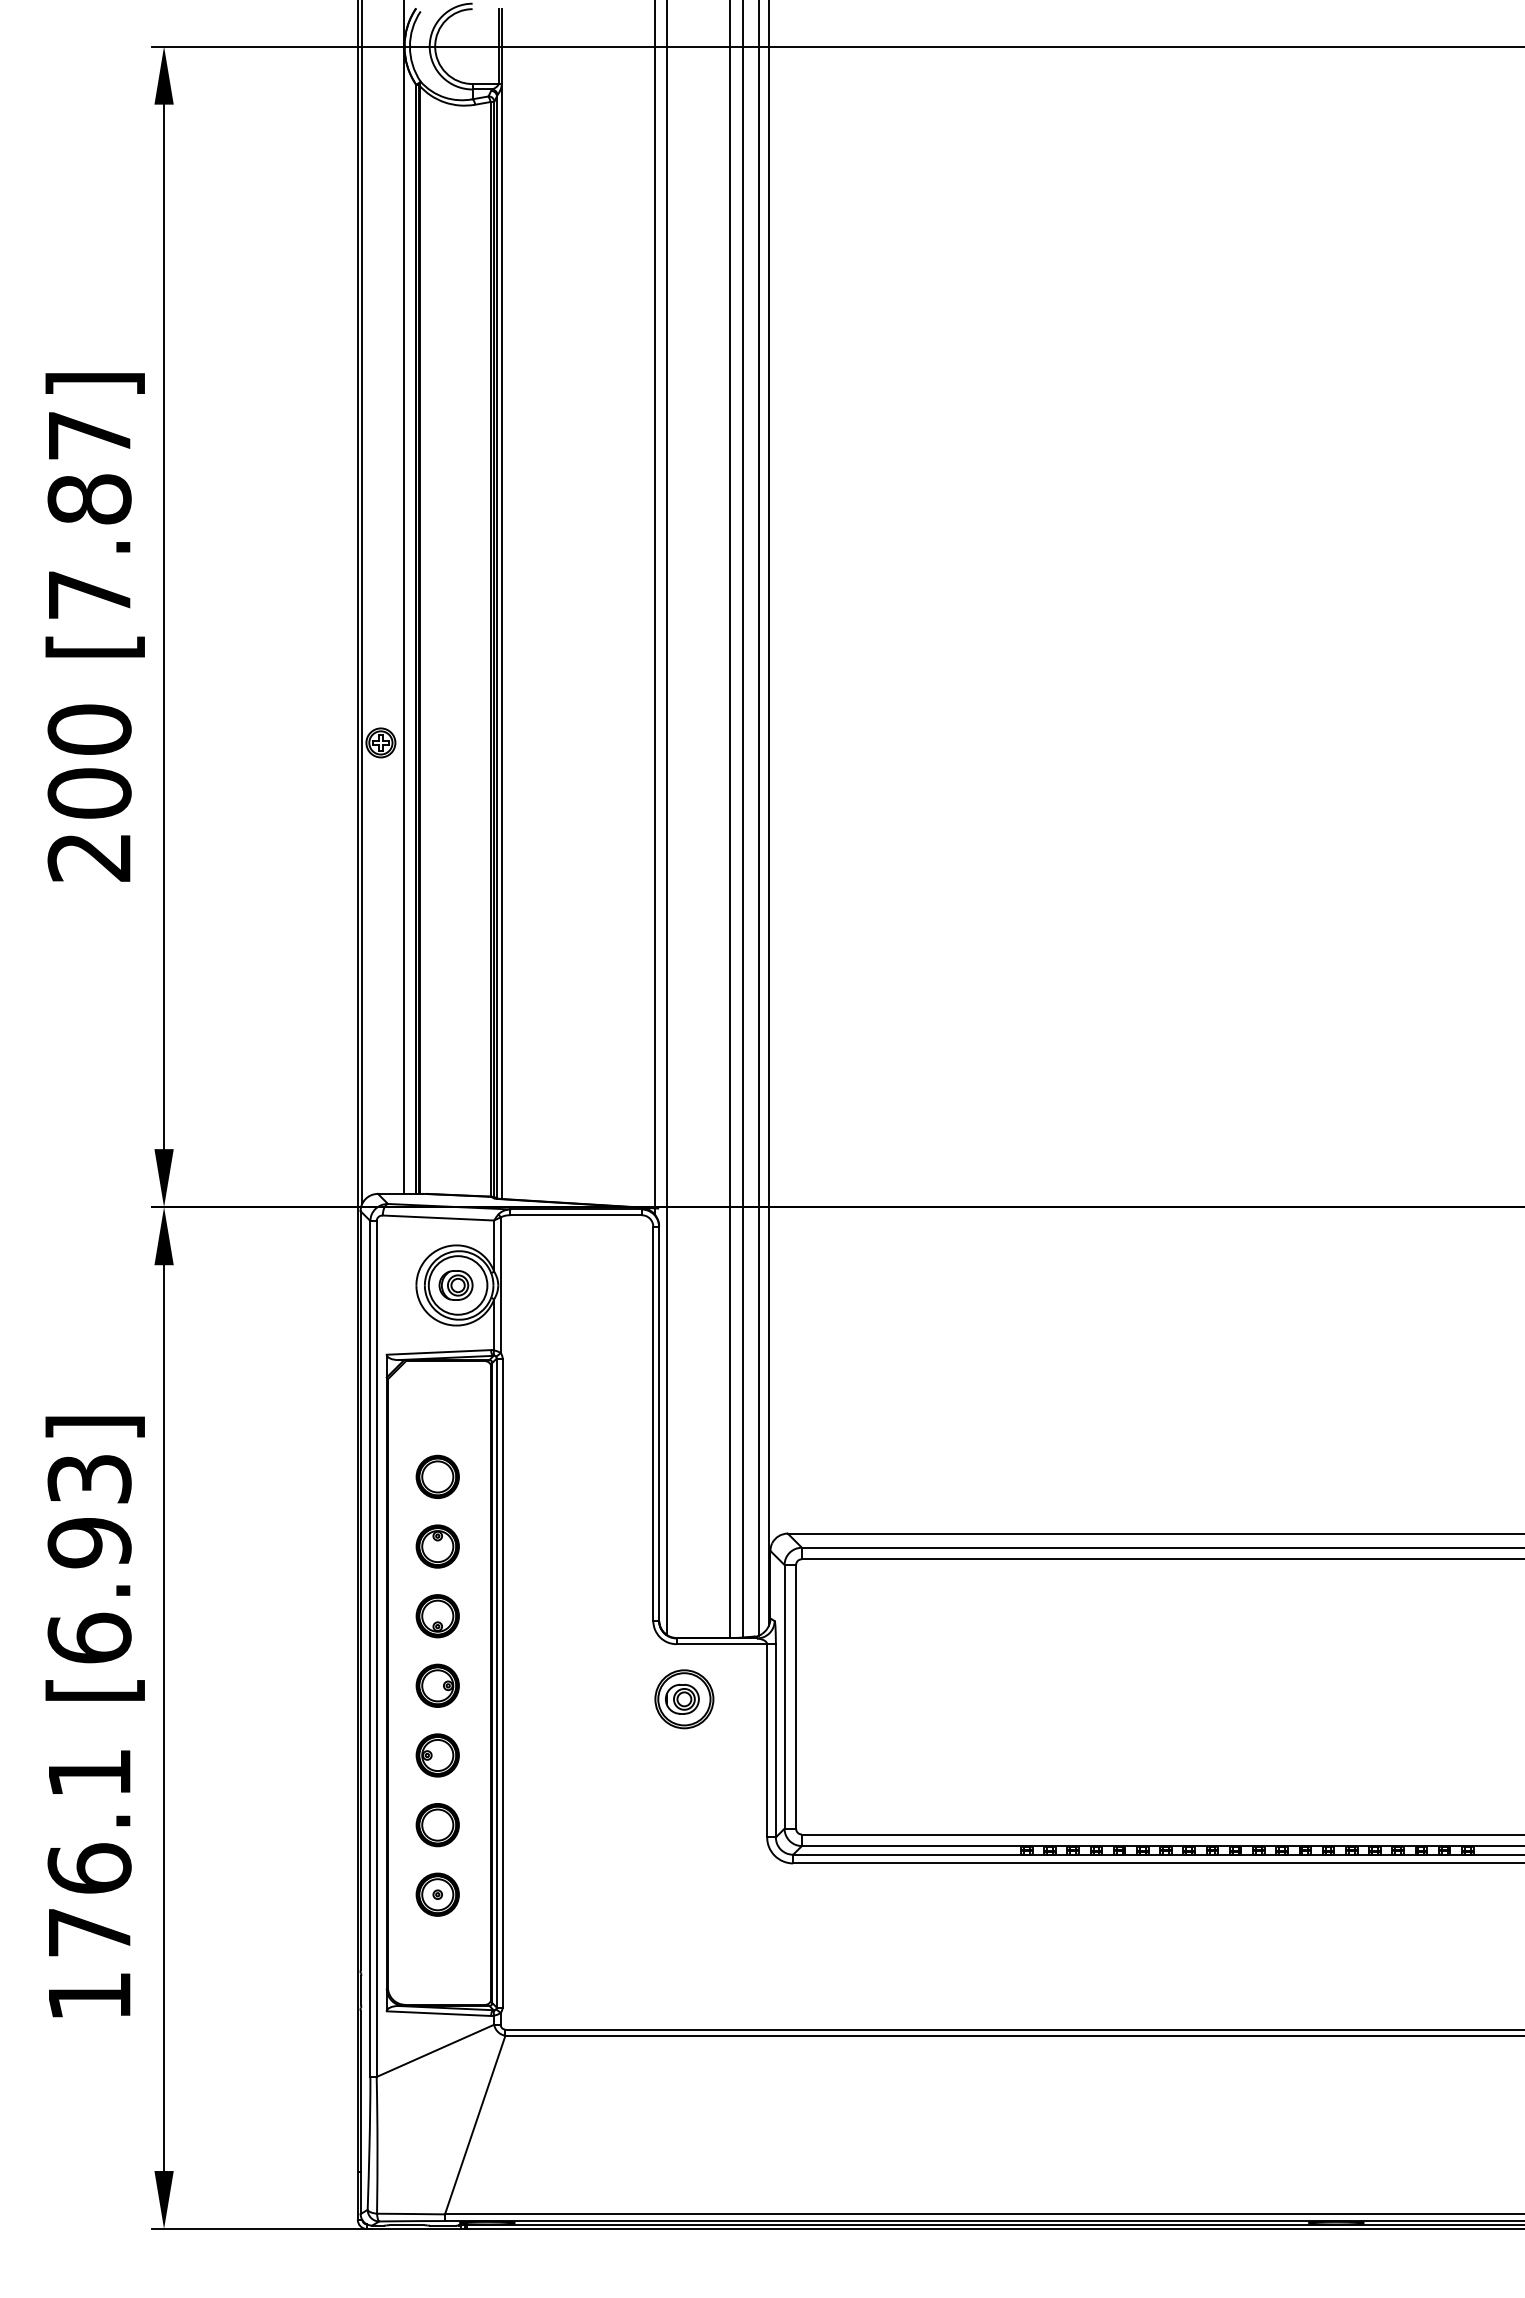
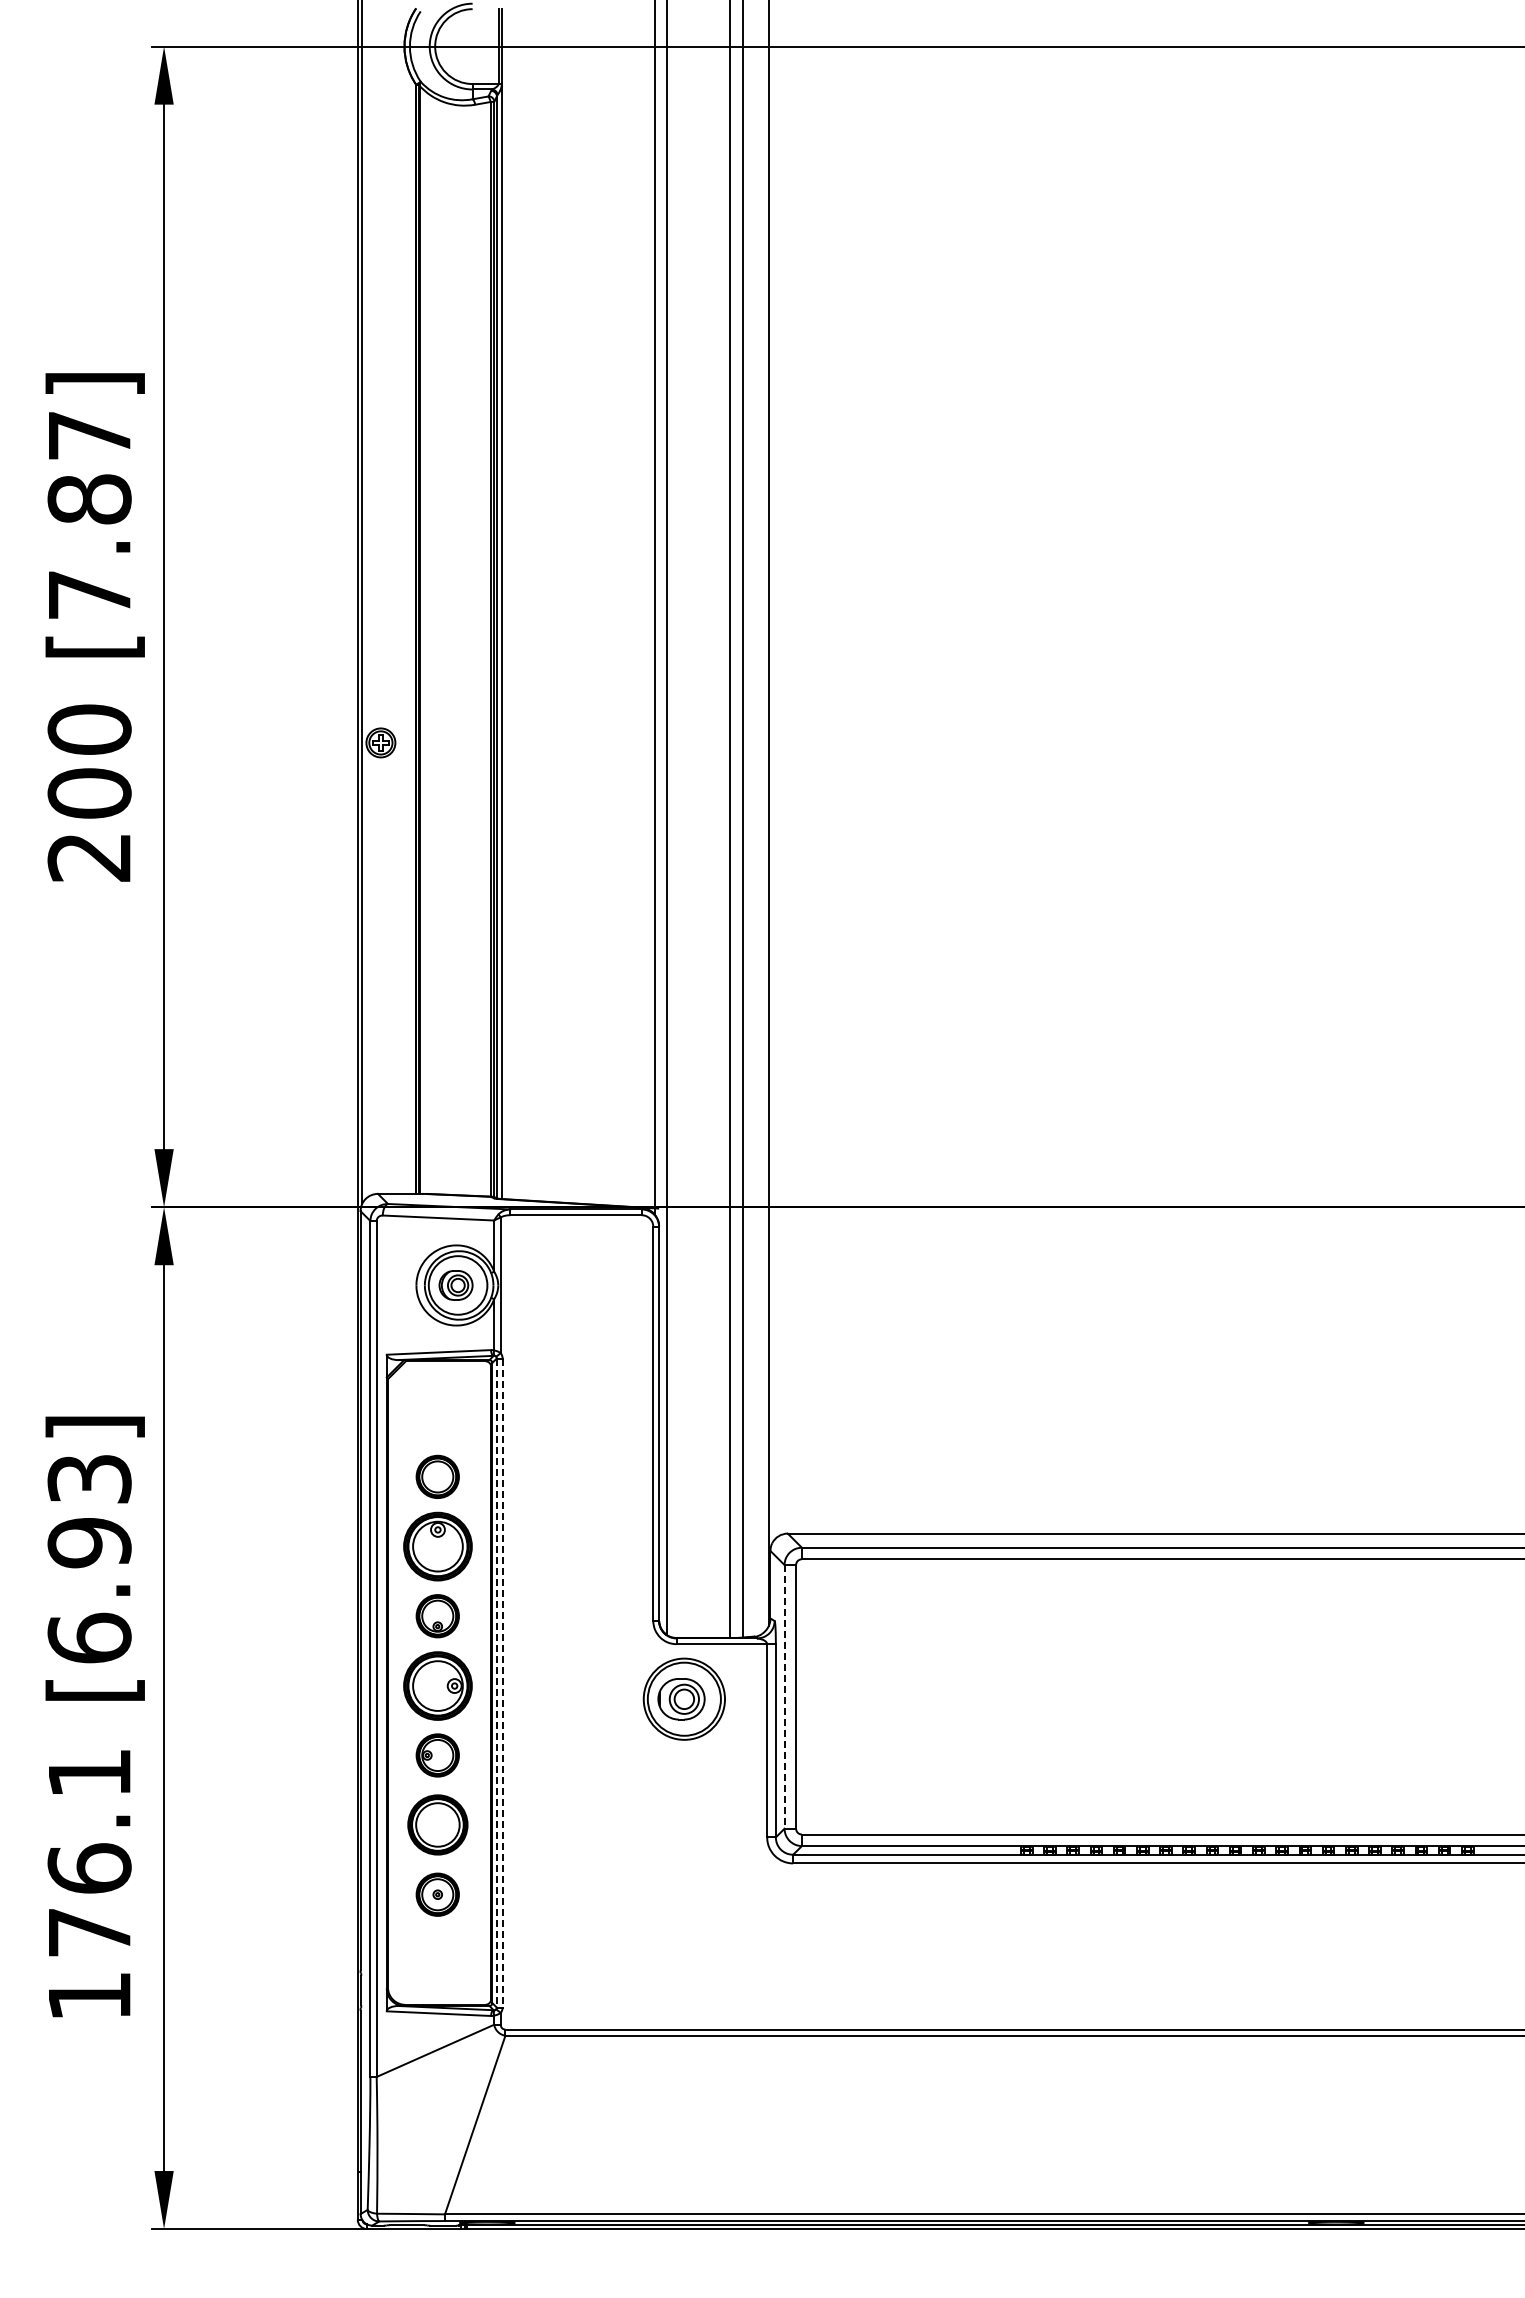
line at (404, 597): present -> none
line at (758, 818): present -> none
part at (437, 1546) size: 45x45 px -> 70x71 px
line at (496, 1683): solid -> dashed
line at (502, 1683): solid -> dashed
part at (437, 1685) size: 45x45 px -> 70x70 px
line at (784, 1696): solid -> dashed
part at (684, 1699) size: 61x61 px -> 84x84 px
part at (437, 1825) size: 45x45 px -> 62x62 px
